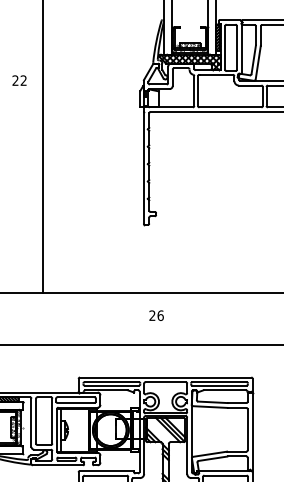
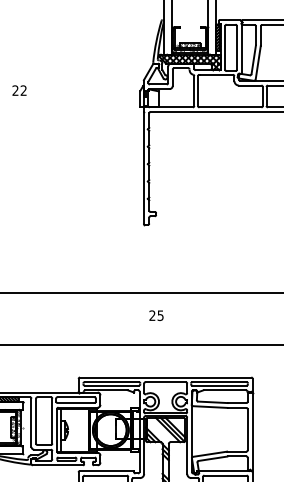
text at (19, 80) position: (19, 80) -> (19, 90)
line at (42, 147): present -> none
text at (160, 315): 26 -> 25
